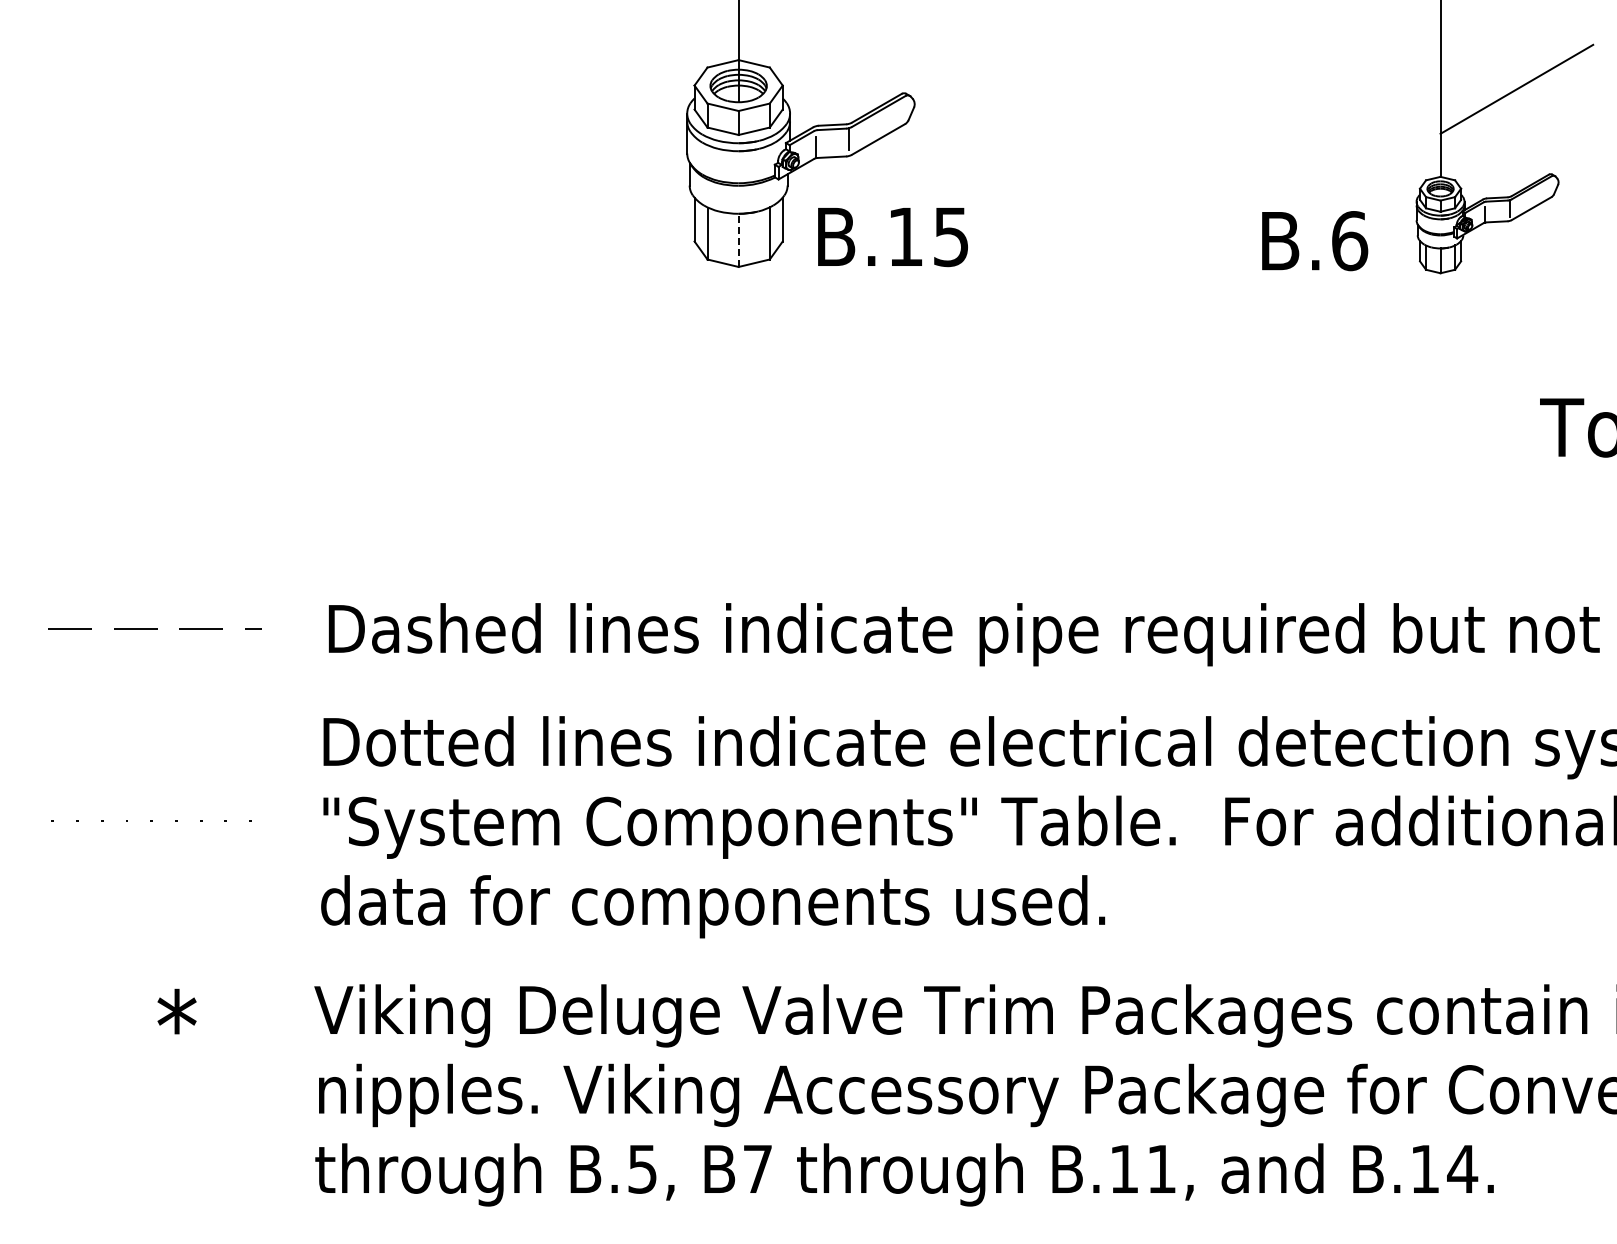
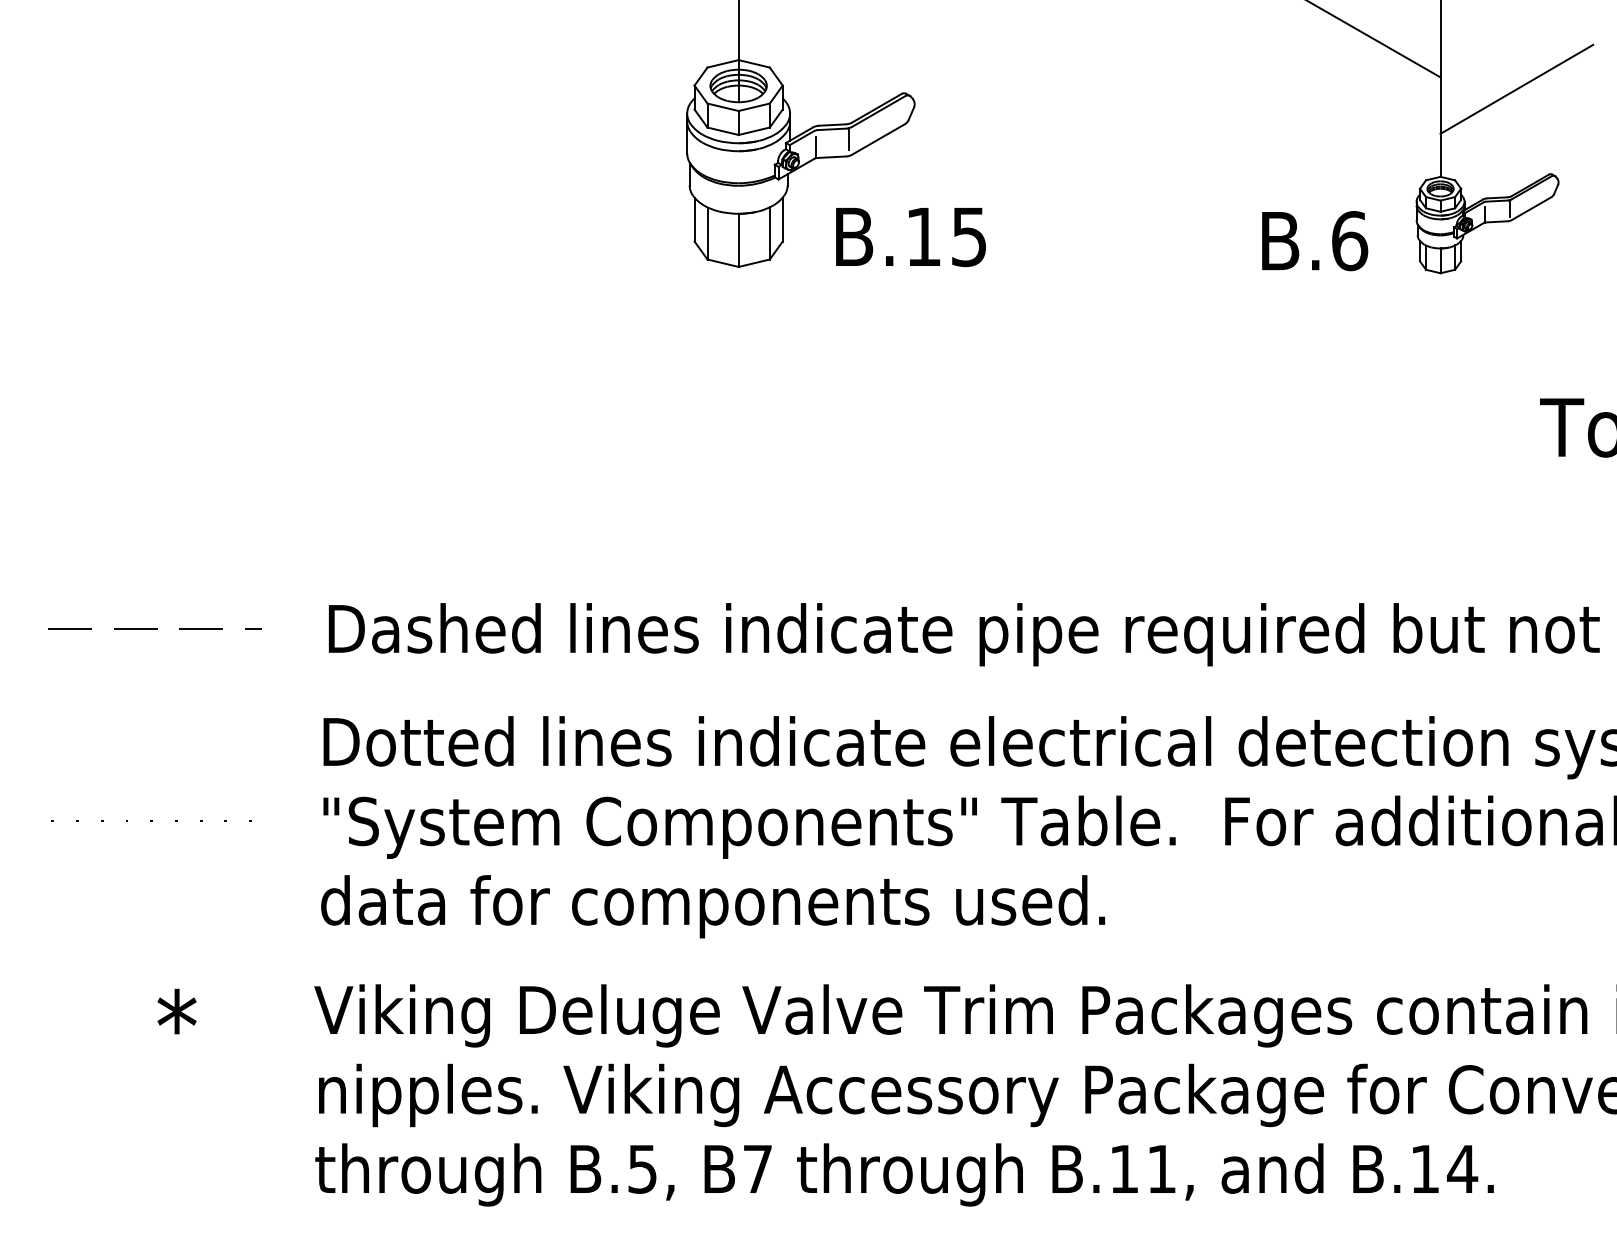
line at (1374, 39): none -> present
text at (892, 237) position: (892, 237) -> (910, 237)
line at (738, 240): dashed -> solid
